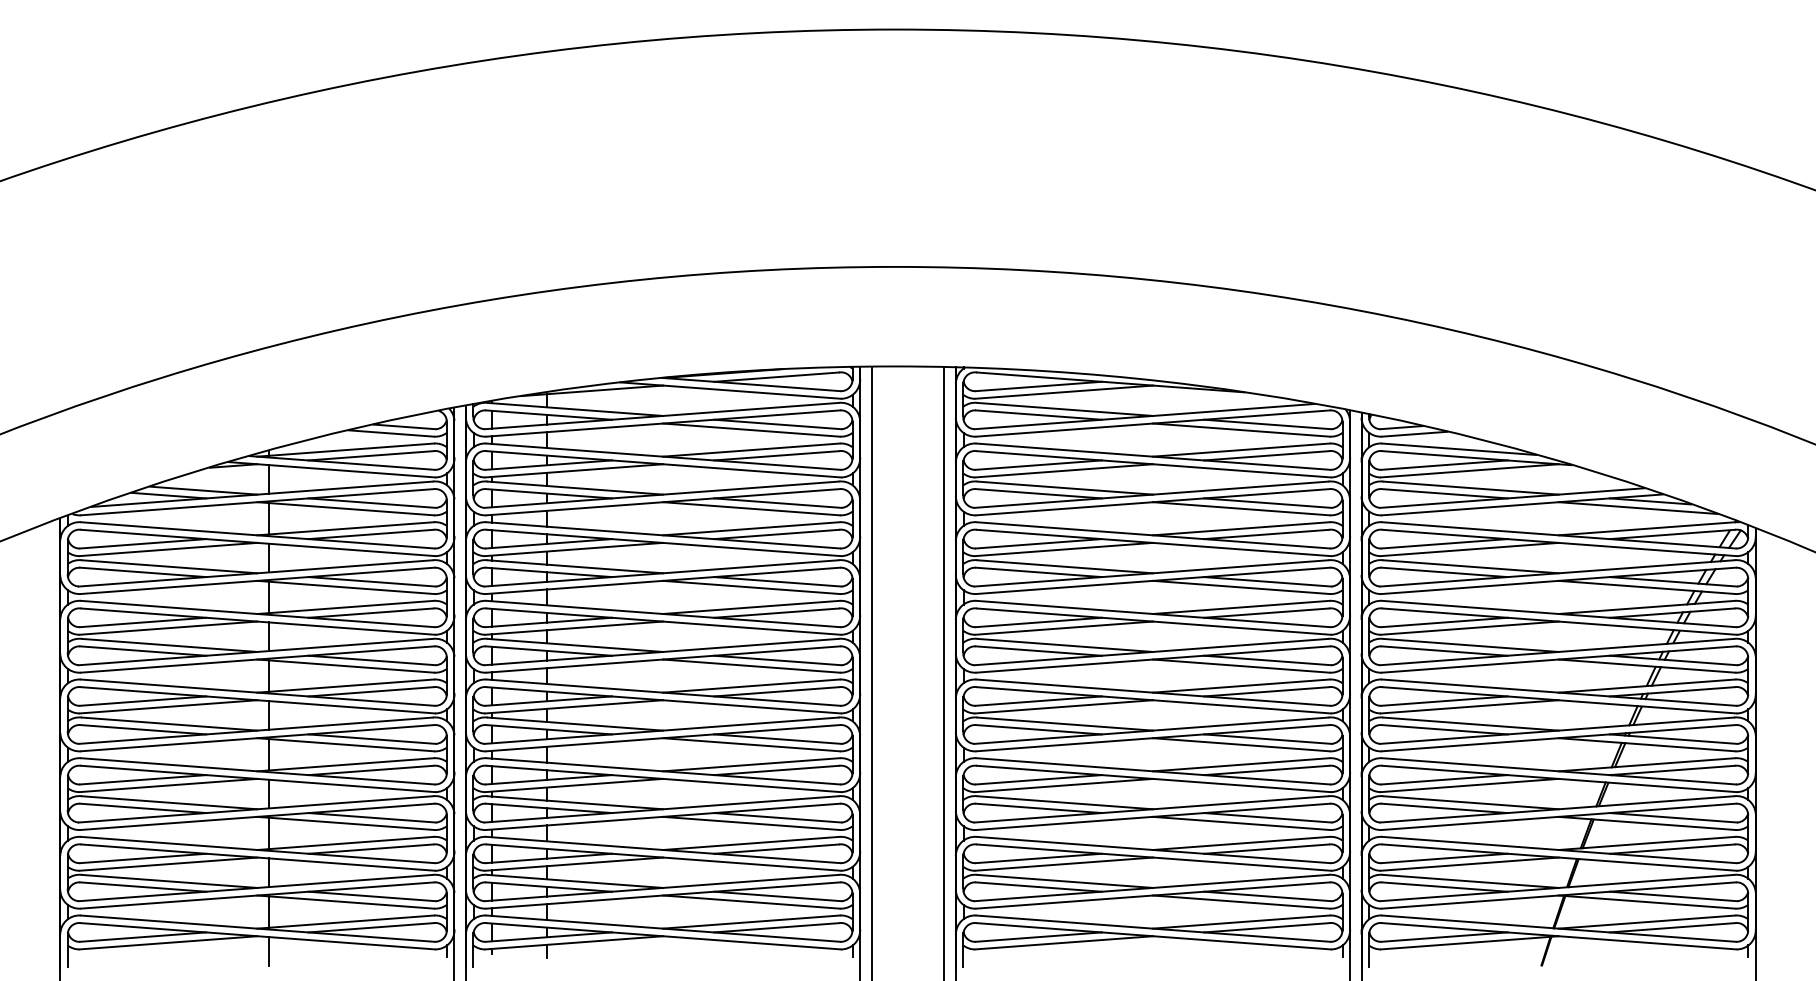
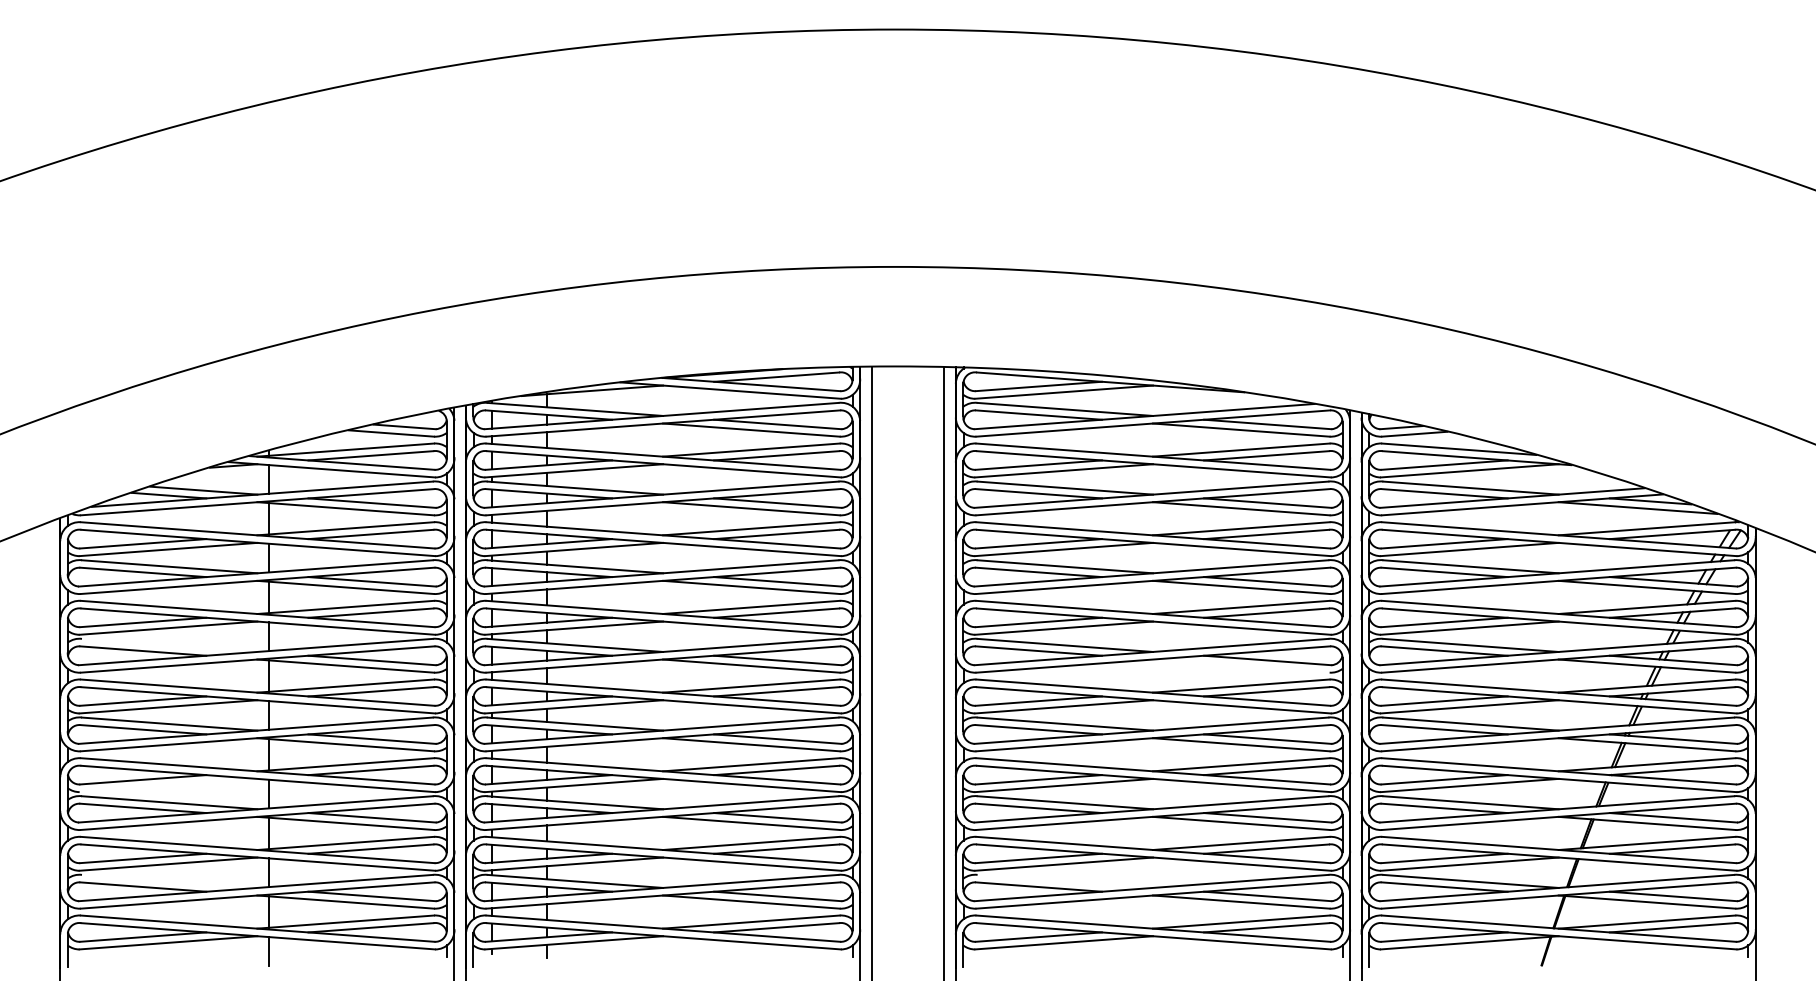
line at (169, 644): present -> none
line at (1241, 665): present -> none
line at (168, 785): present -> none
line at (169, 880): present -> none
line at (1065, 880): present -> none
